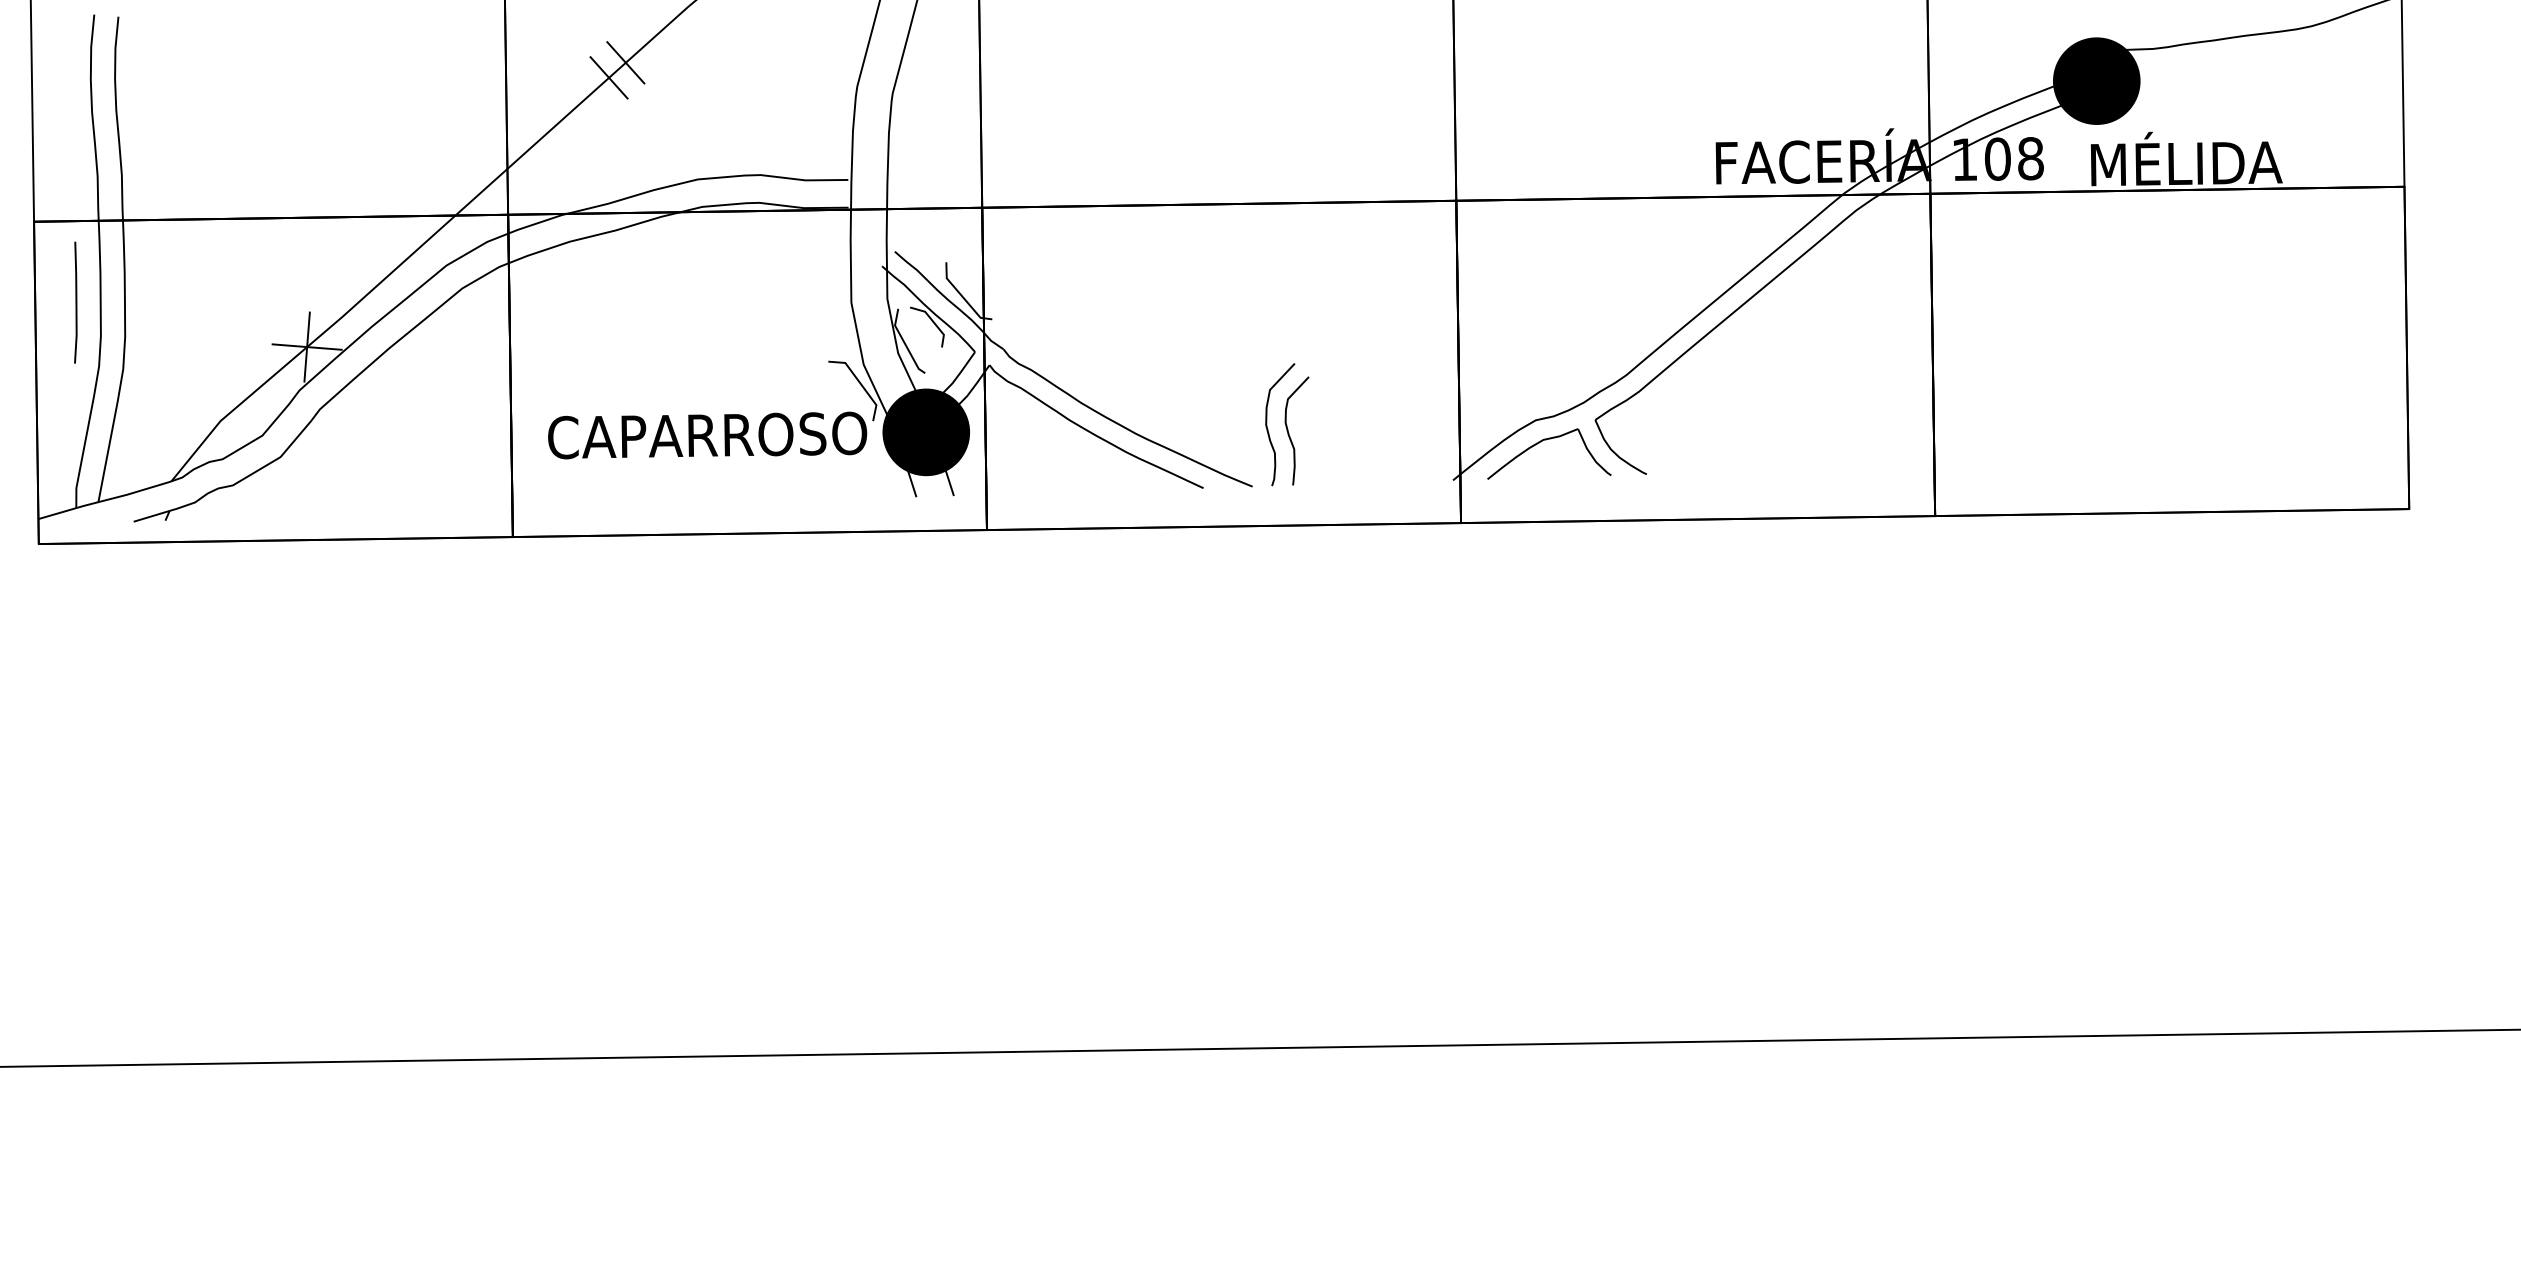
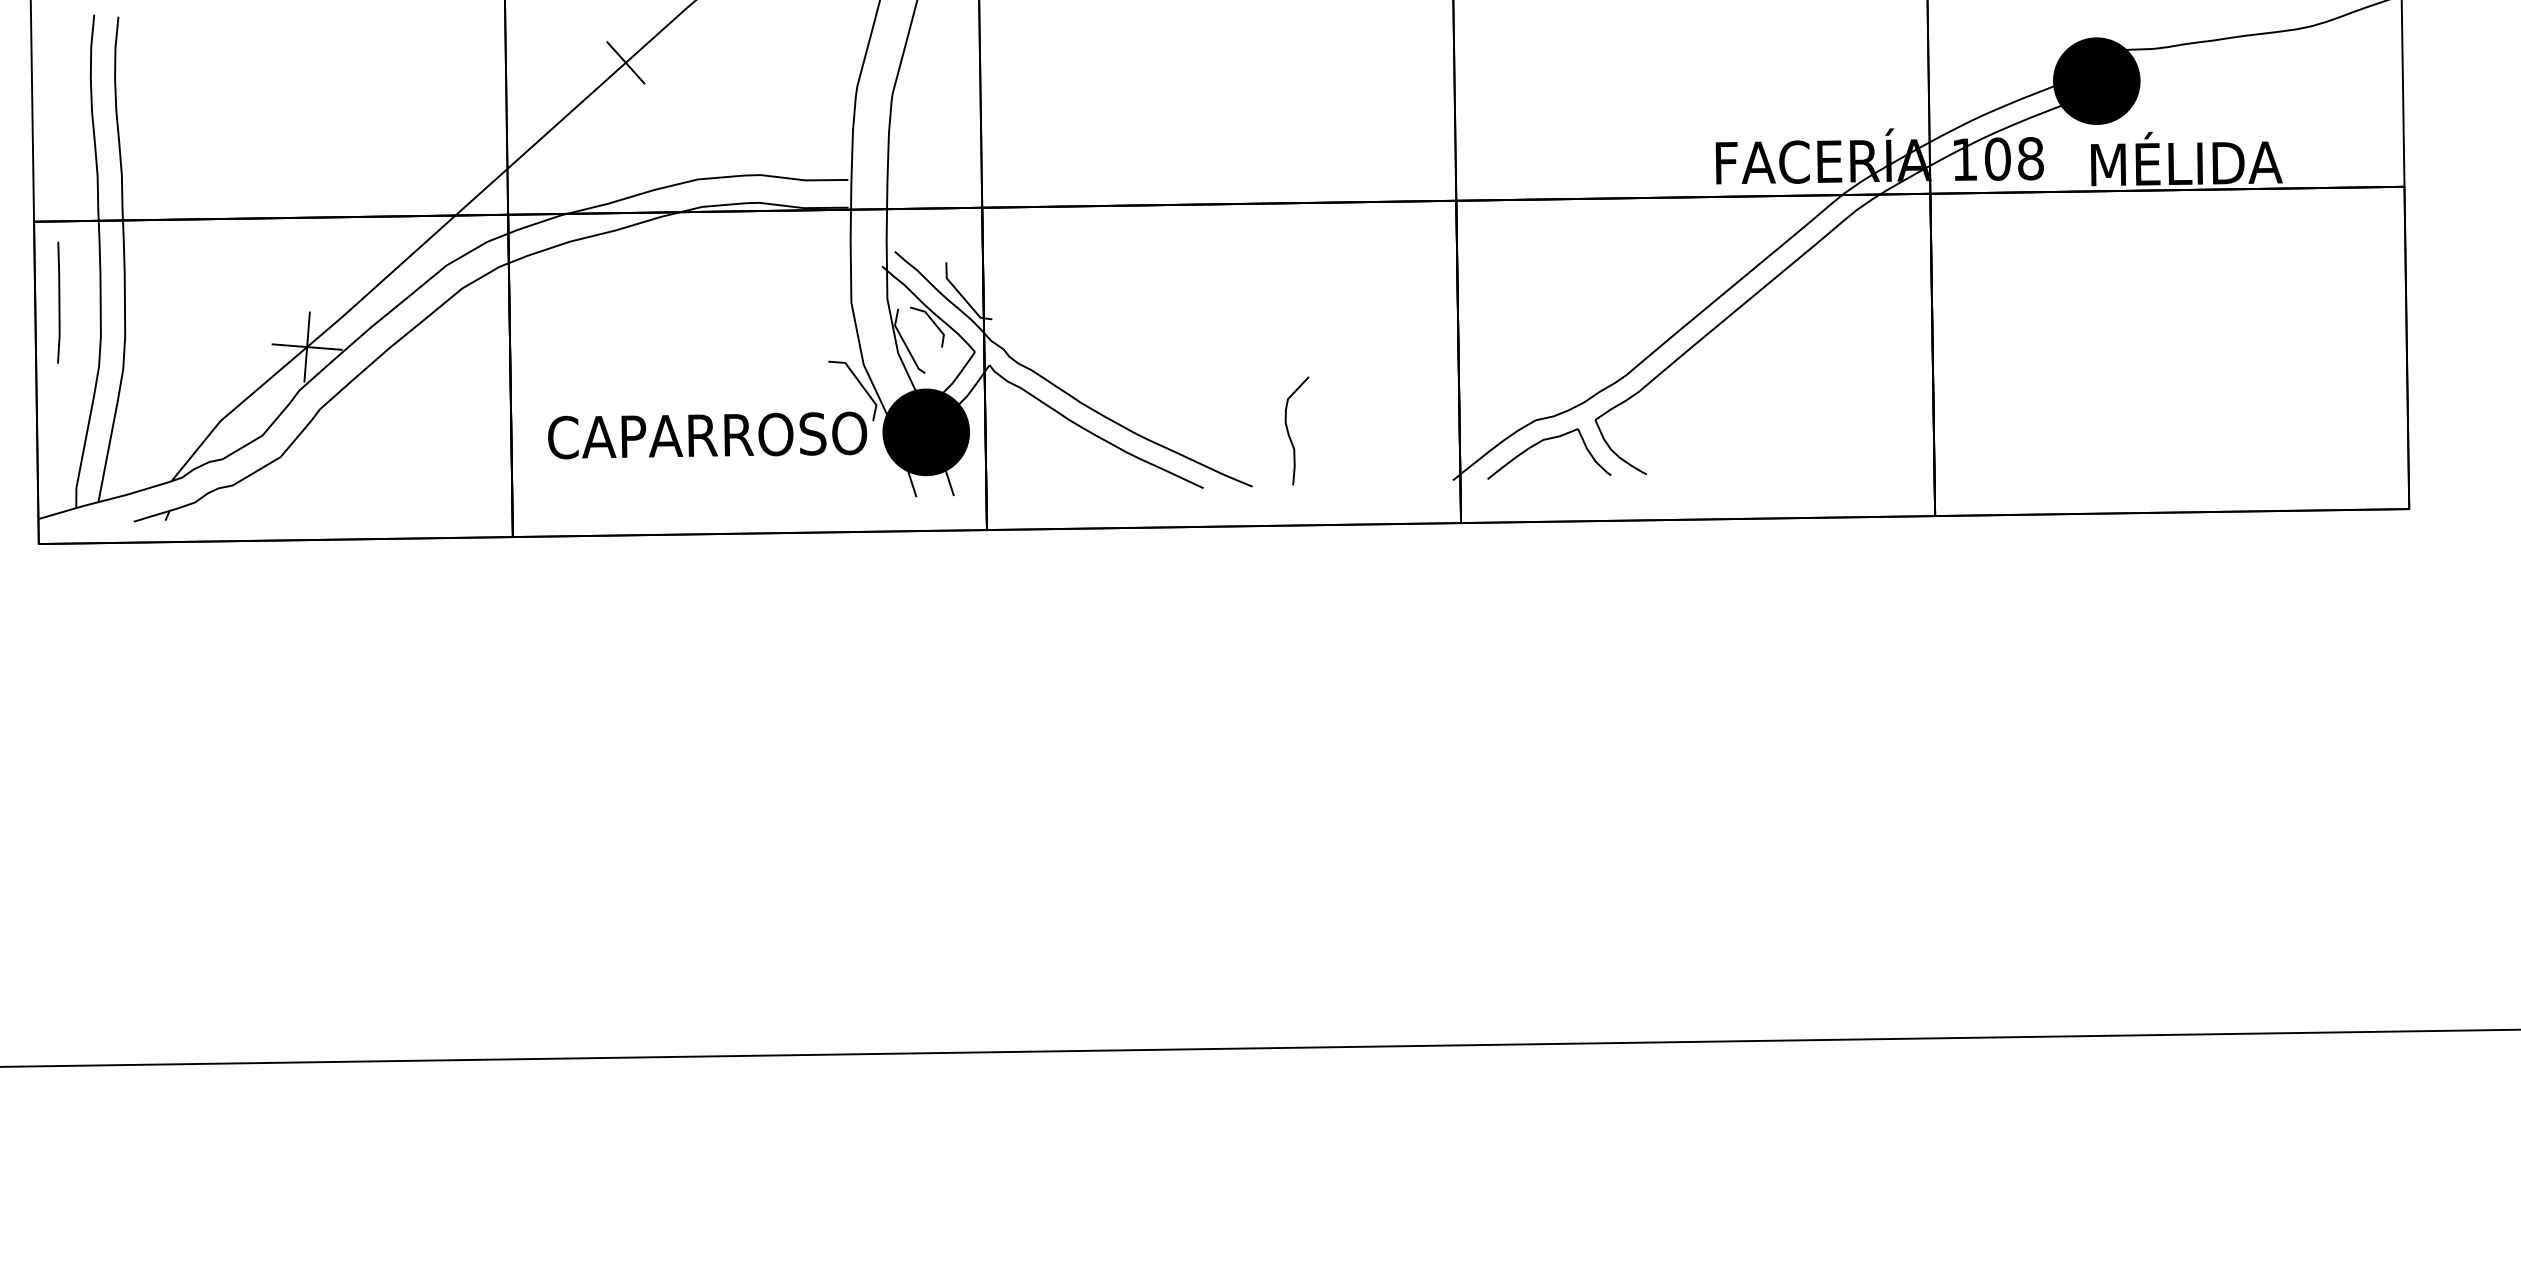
line at (608, 77): present -> none
line at (75, 302) position: (75, 302) -> (58, 302)
curve at (1267, 424): present -> none
